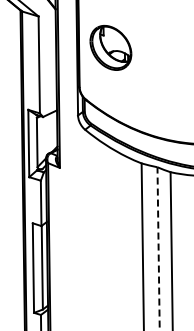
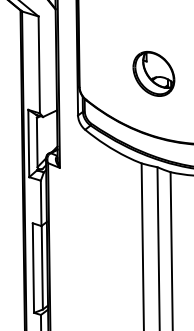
part at (110, 47) position: (110, 47) -> (153, 73)
line at (158, 249): dashed -> solid
